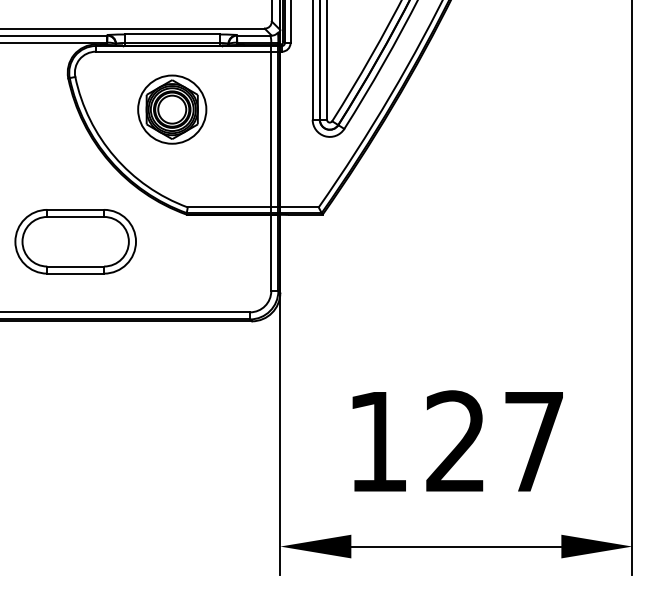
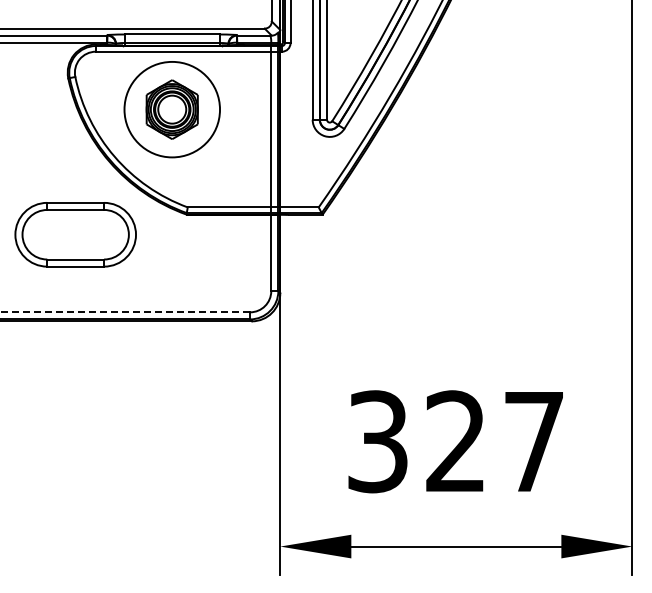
circle at (172, 109) diameter: 68 px -> 96 px
part at (75, 241) position: (75, 241) -> (75, 234)
line at (125, 312): solid -> dashed
text at (377, 441): 127 -> 327
